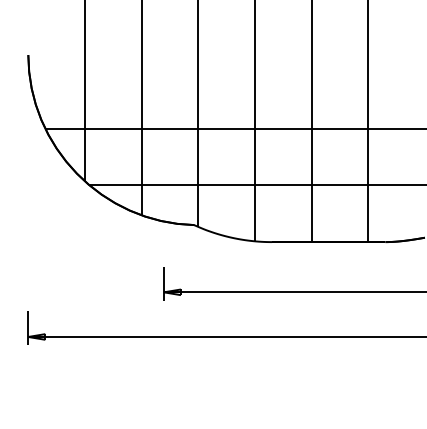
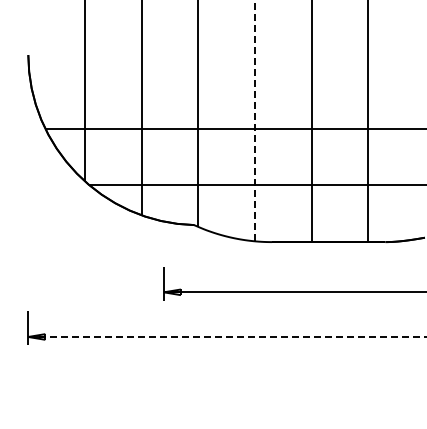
line at (255, 120): solid -> dashed
line at (227, 336): solid -> dashed
